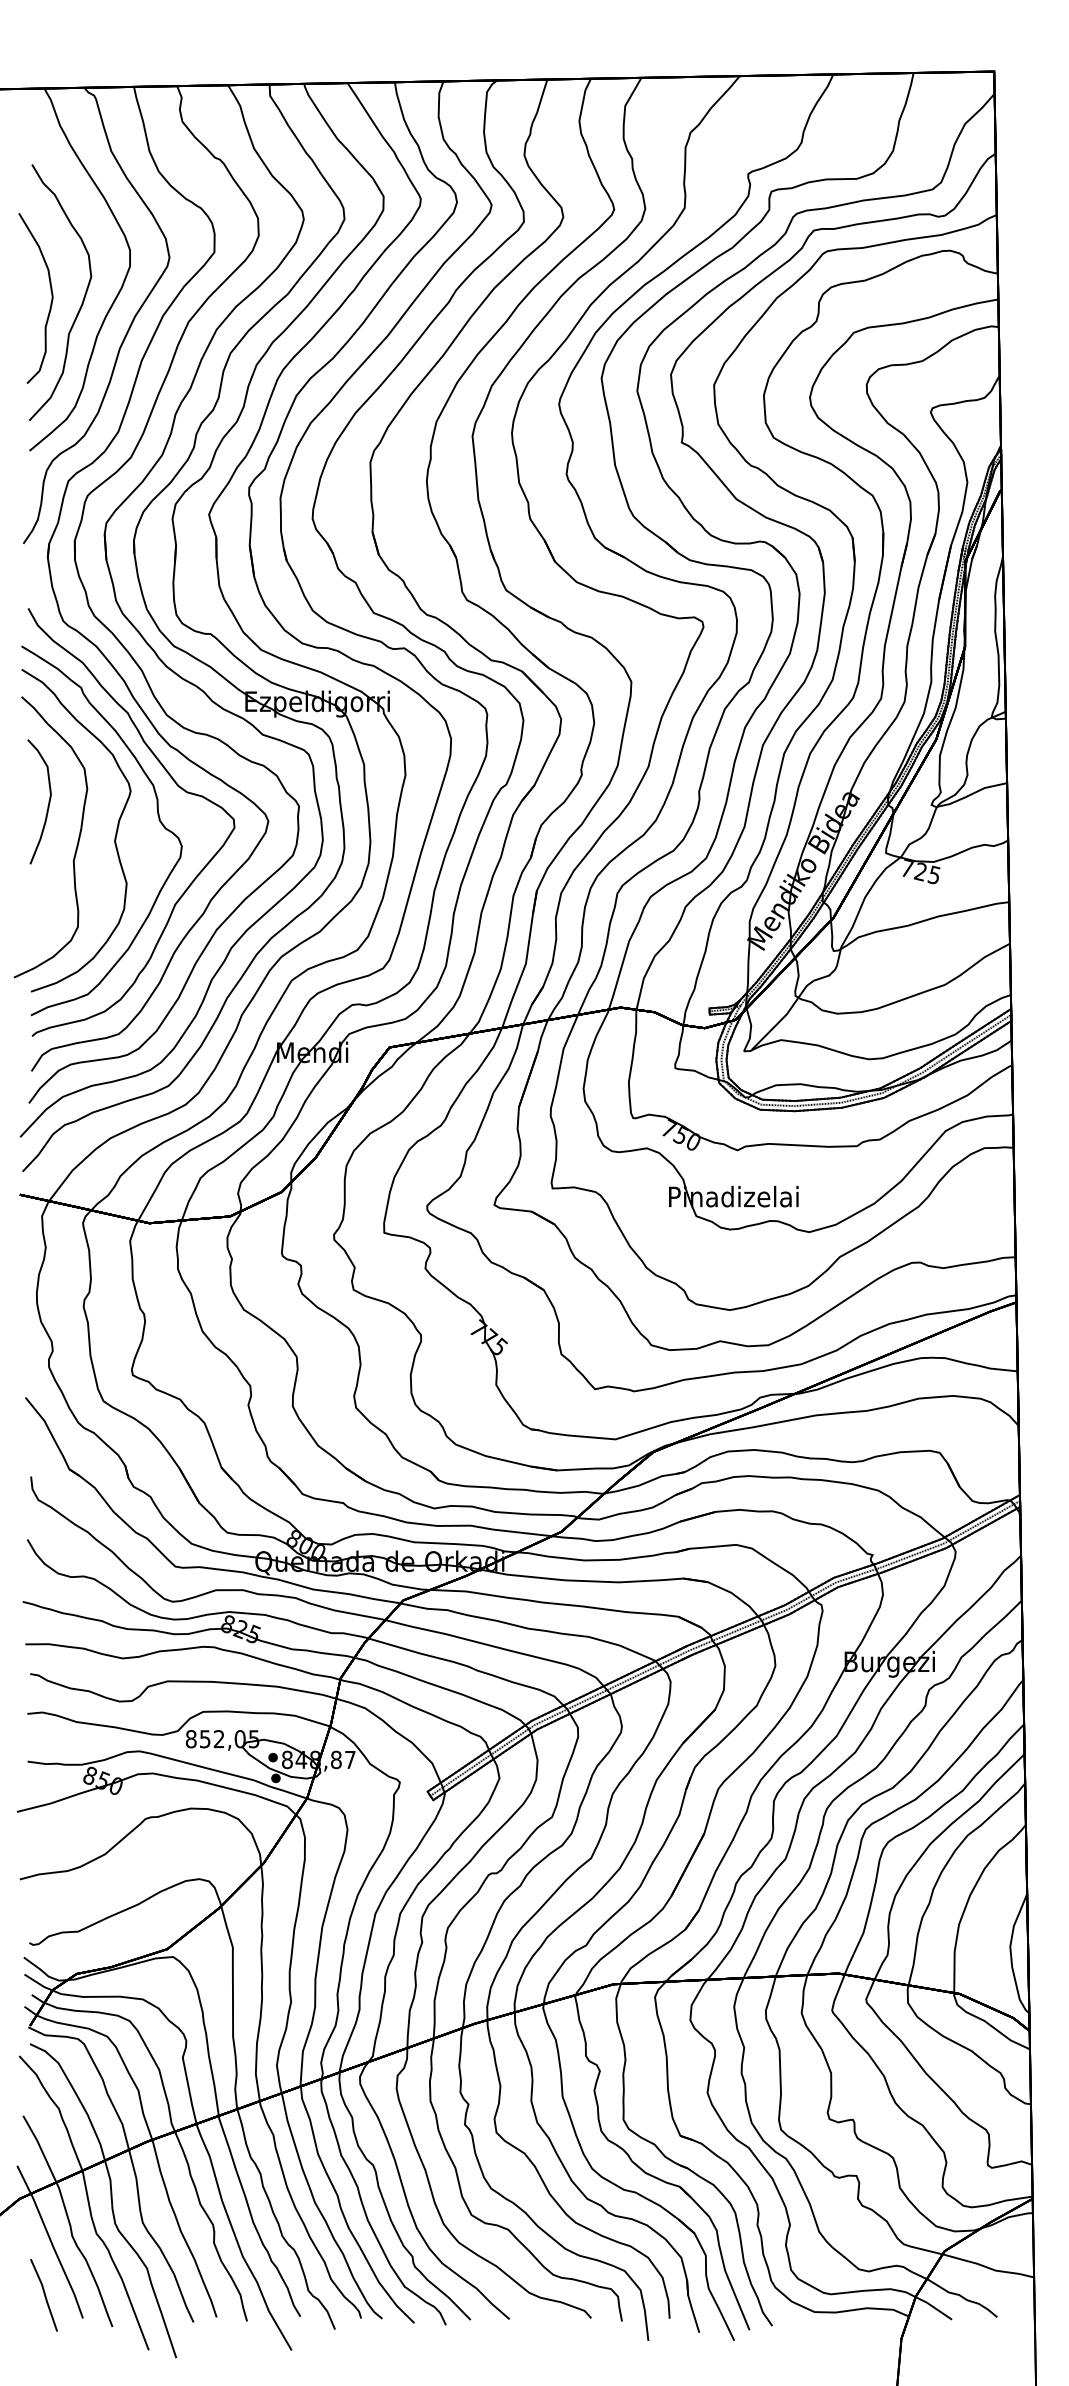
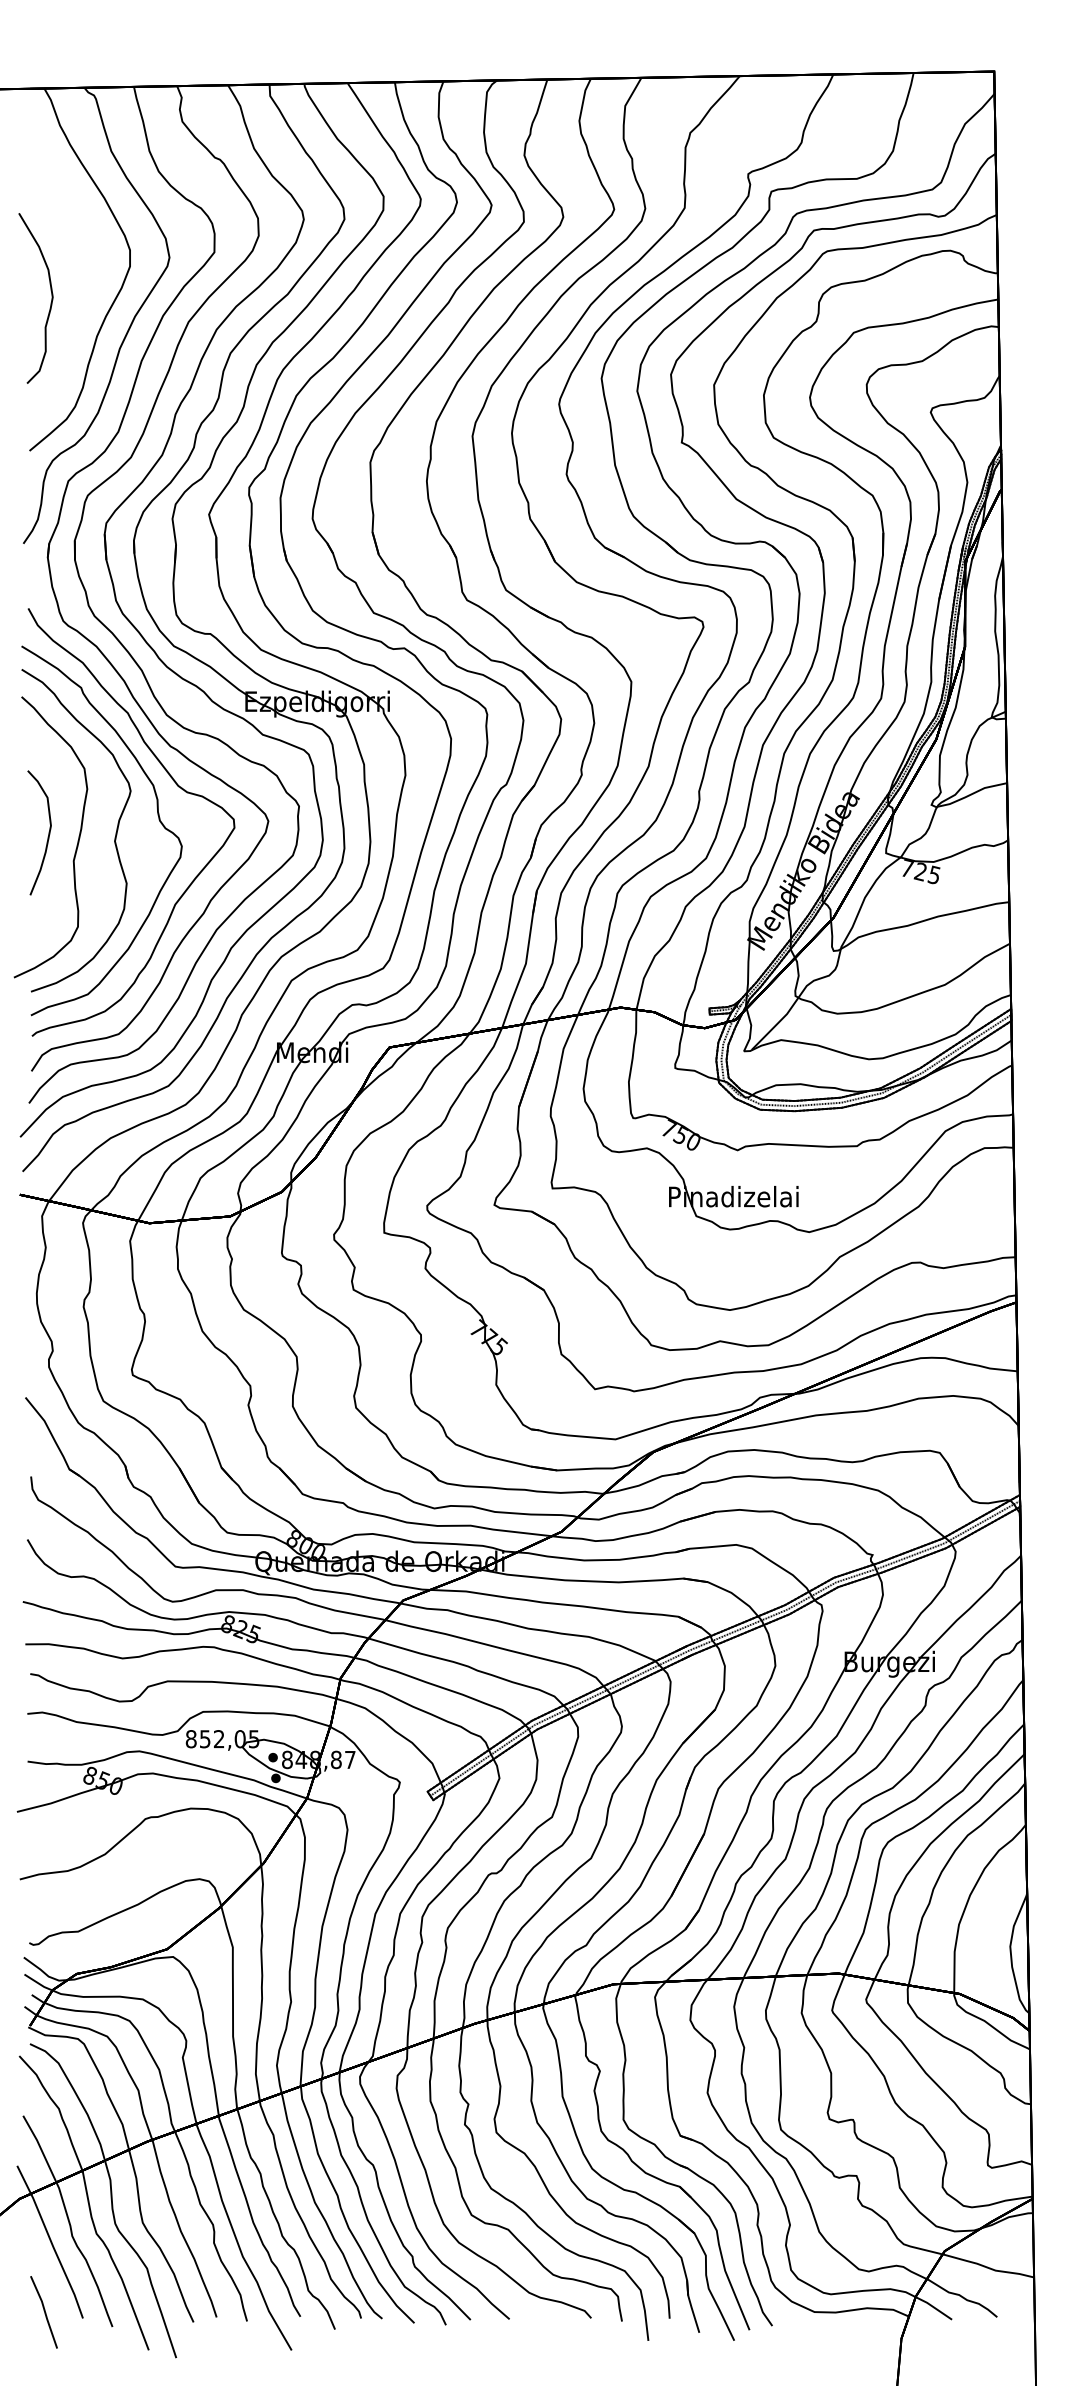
part at (82, 300): present -> none
part at (47, 805) position: (47, 805) -> (47, 836)
line at (44, 2295) position: (44, 2295) -> (44, 2312)
